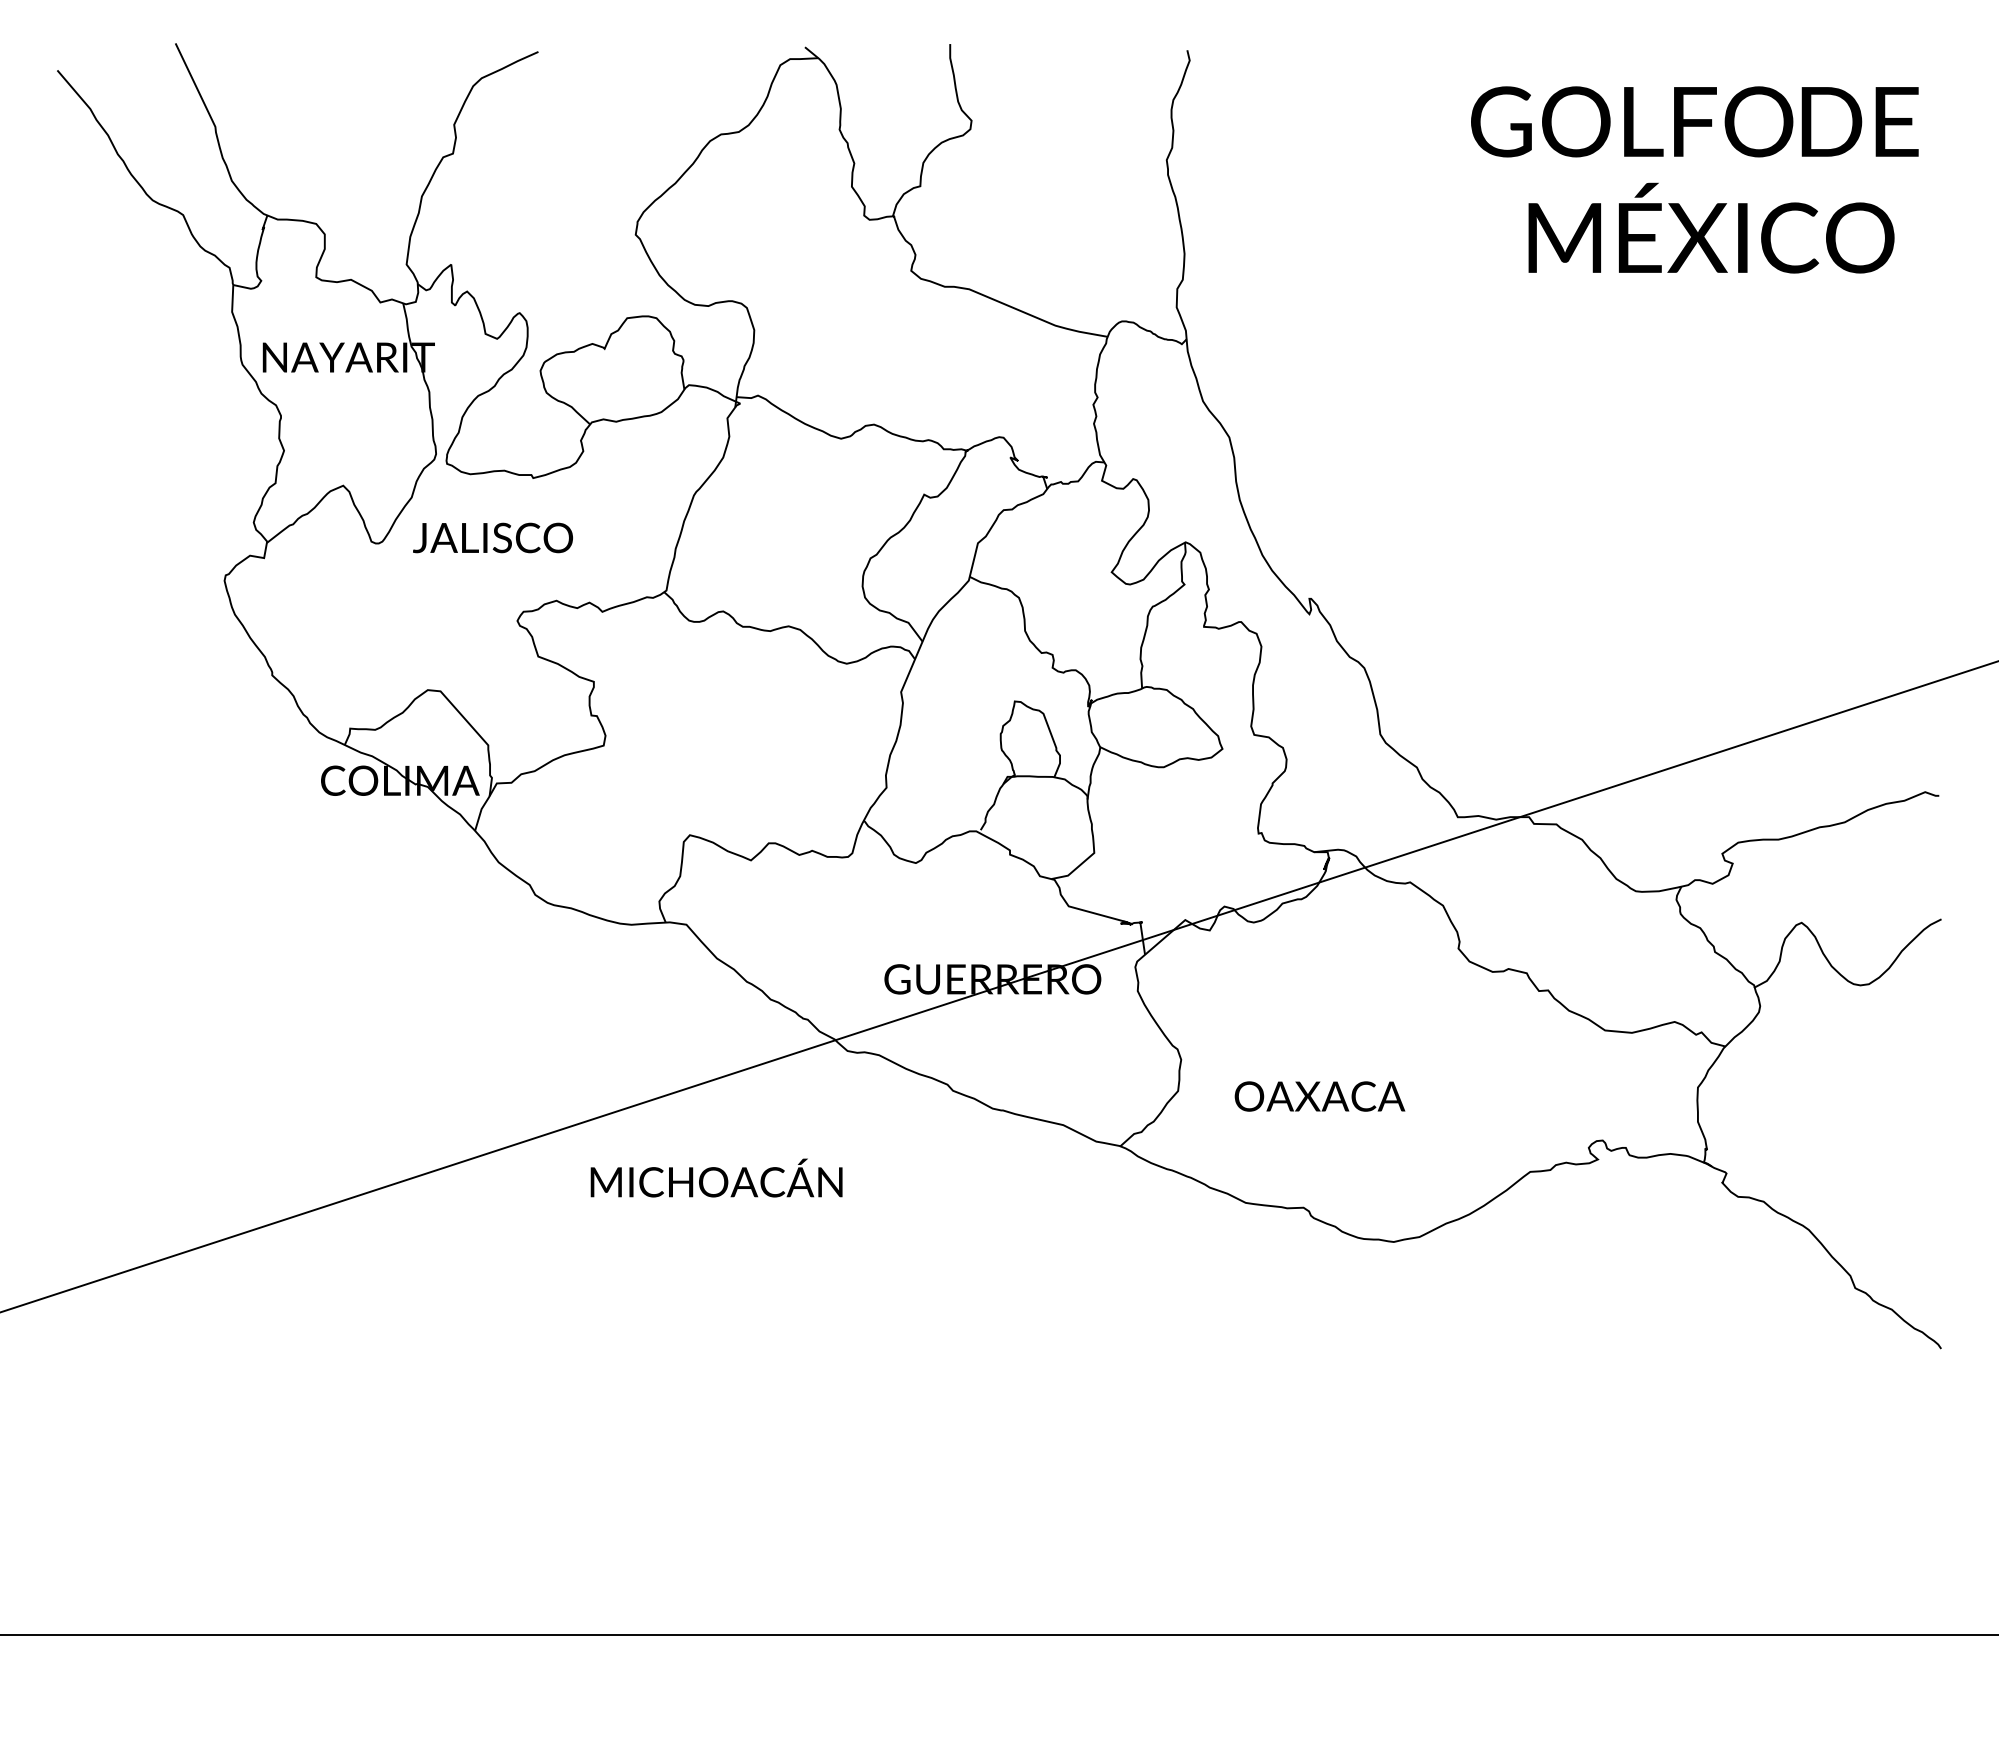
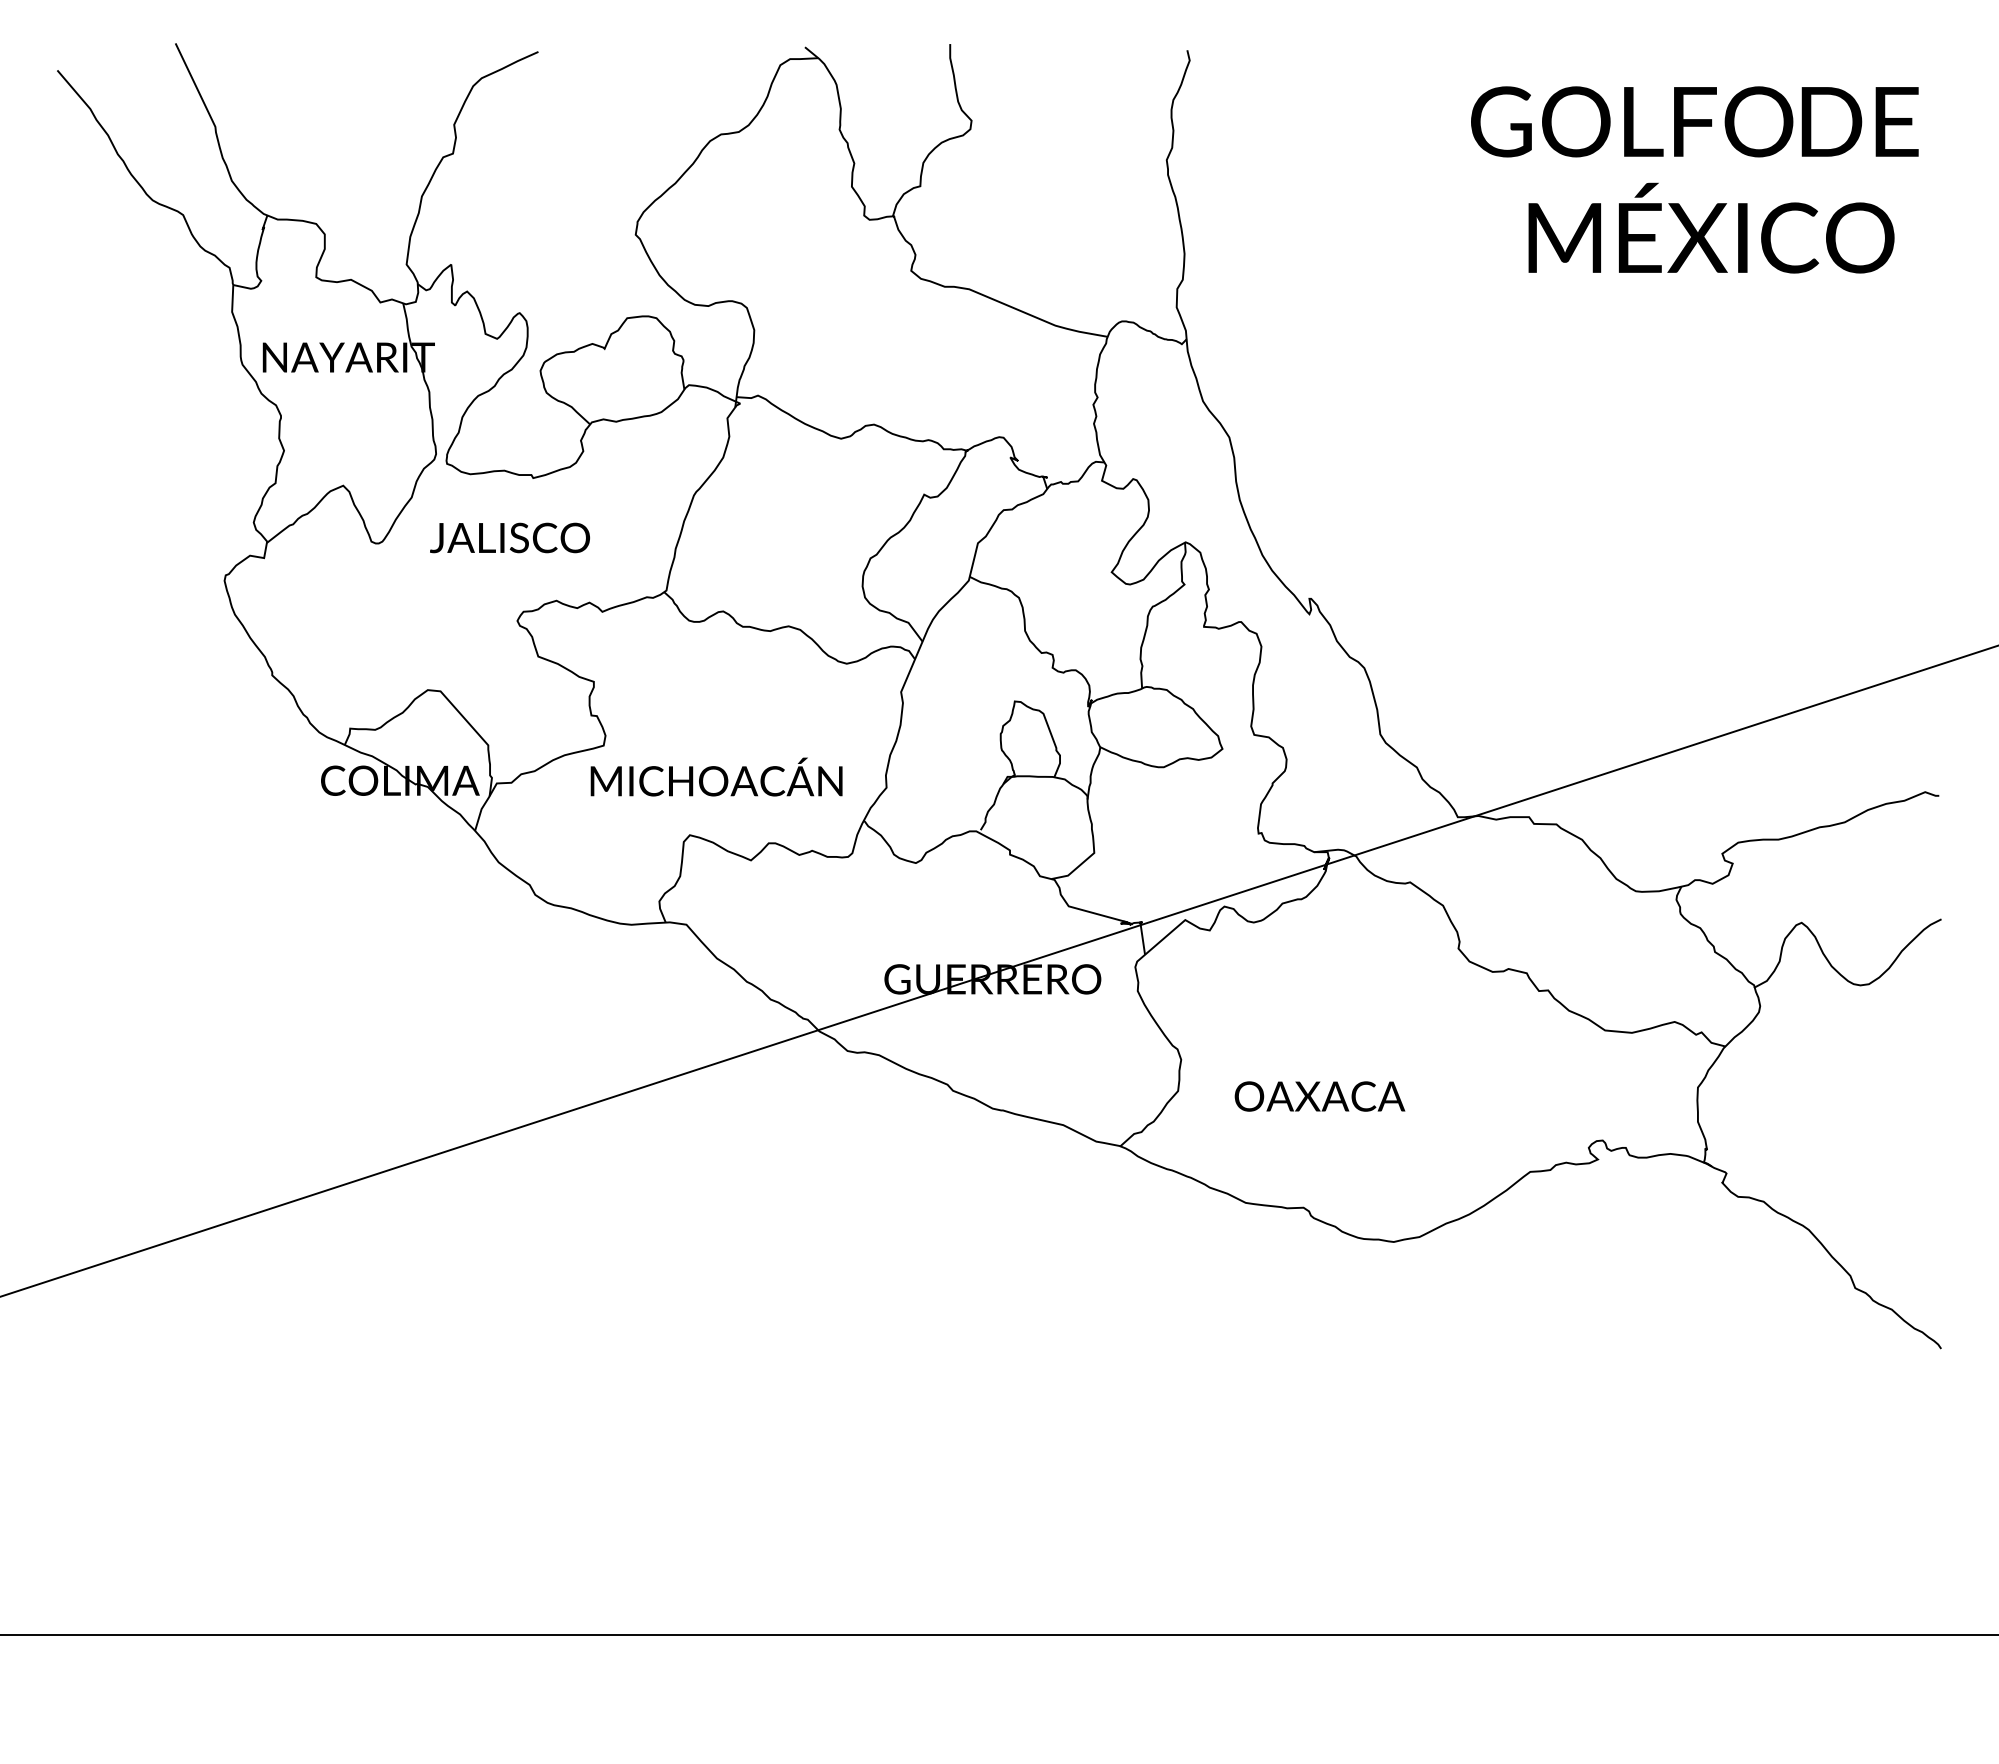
text at (492, 537) position: (492, 537) -> (509, 537)
line at (998, 986) position: (998, 986) -> (998, 971)
text at (716, 1177) position: (716, 1177) -> (716, 776)
